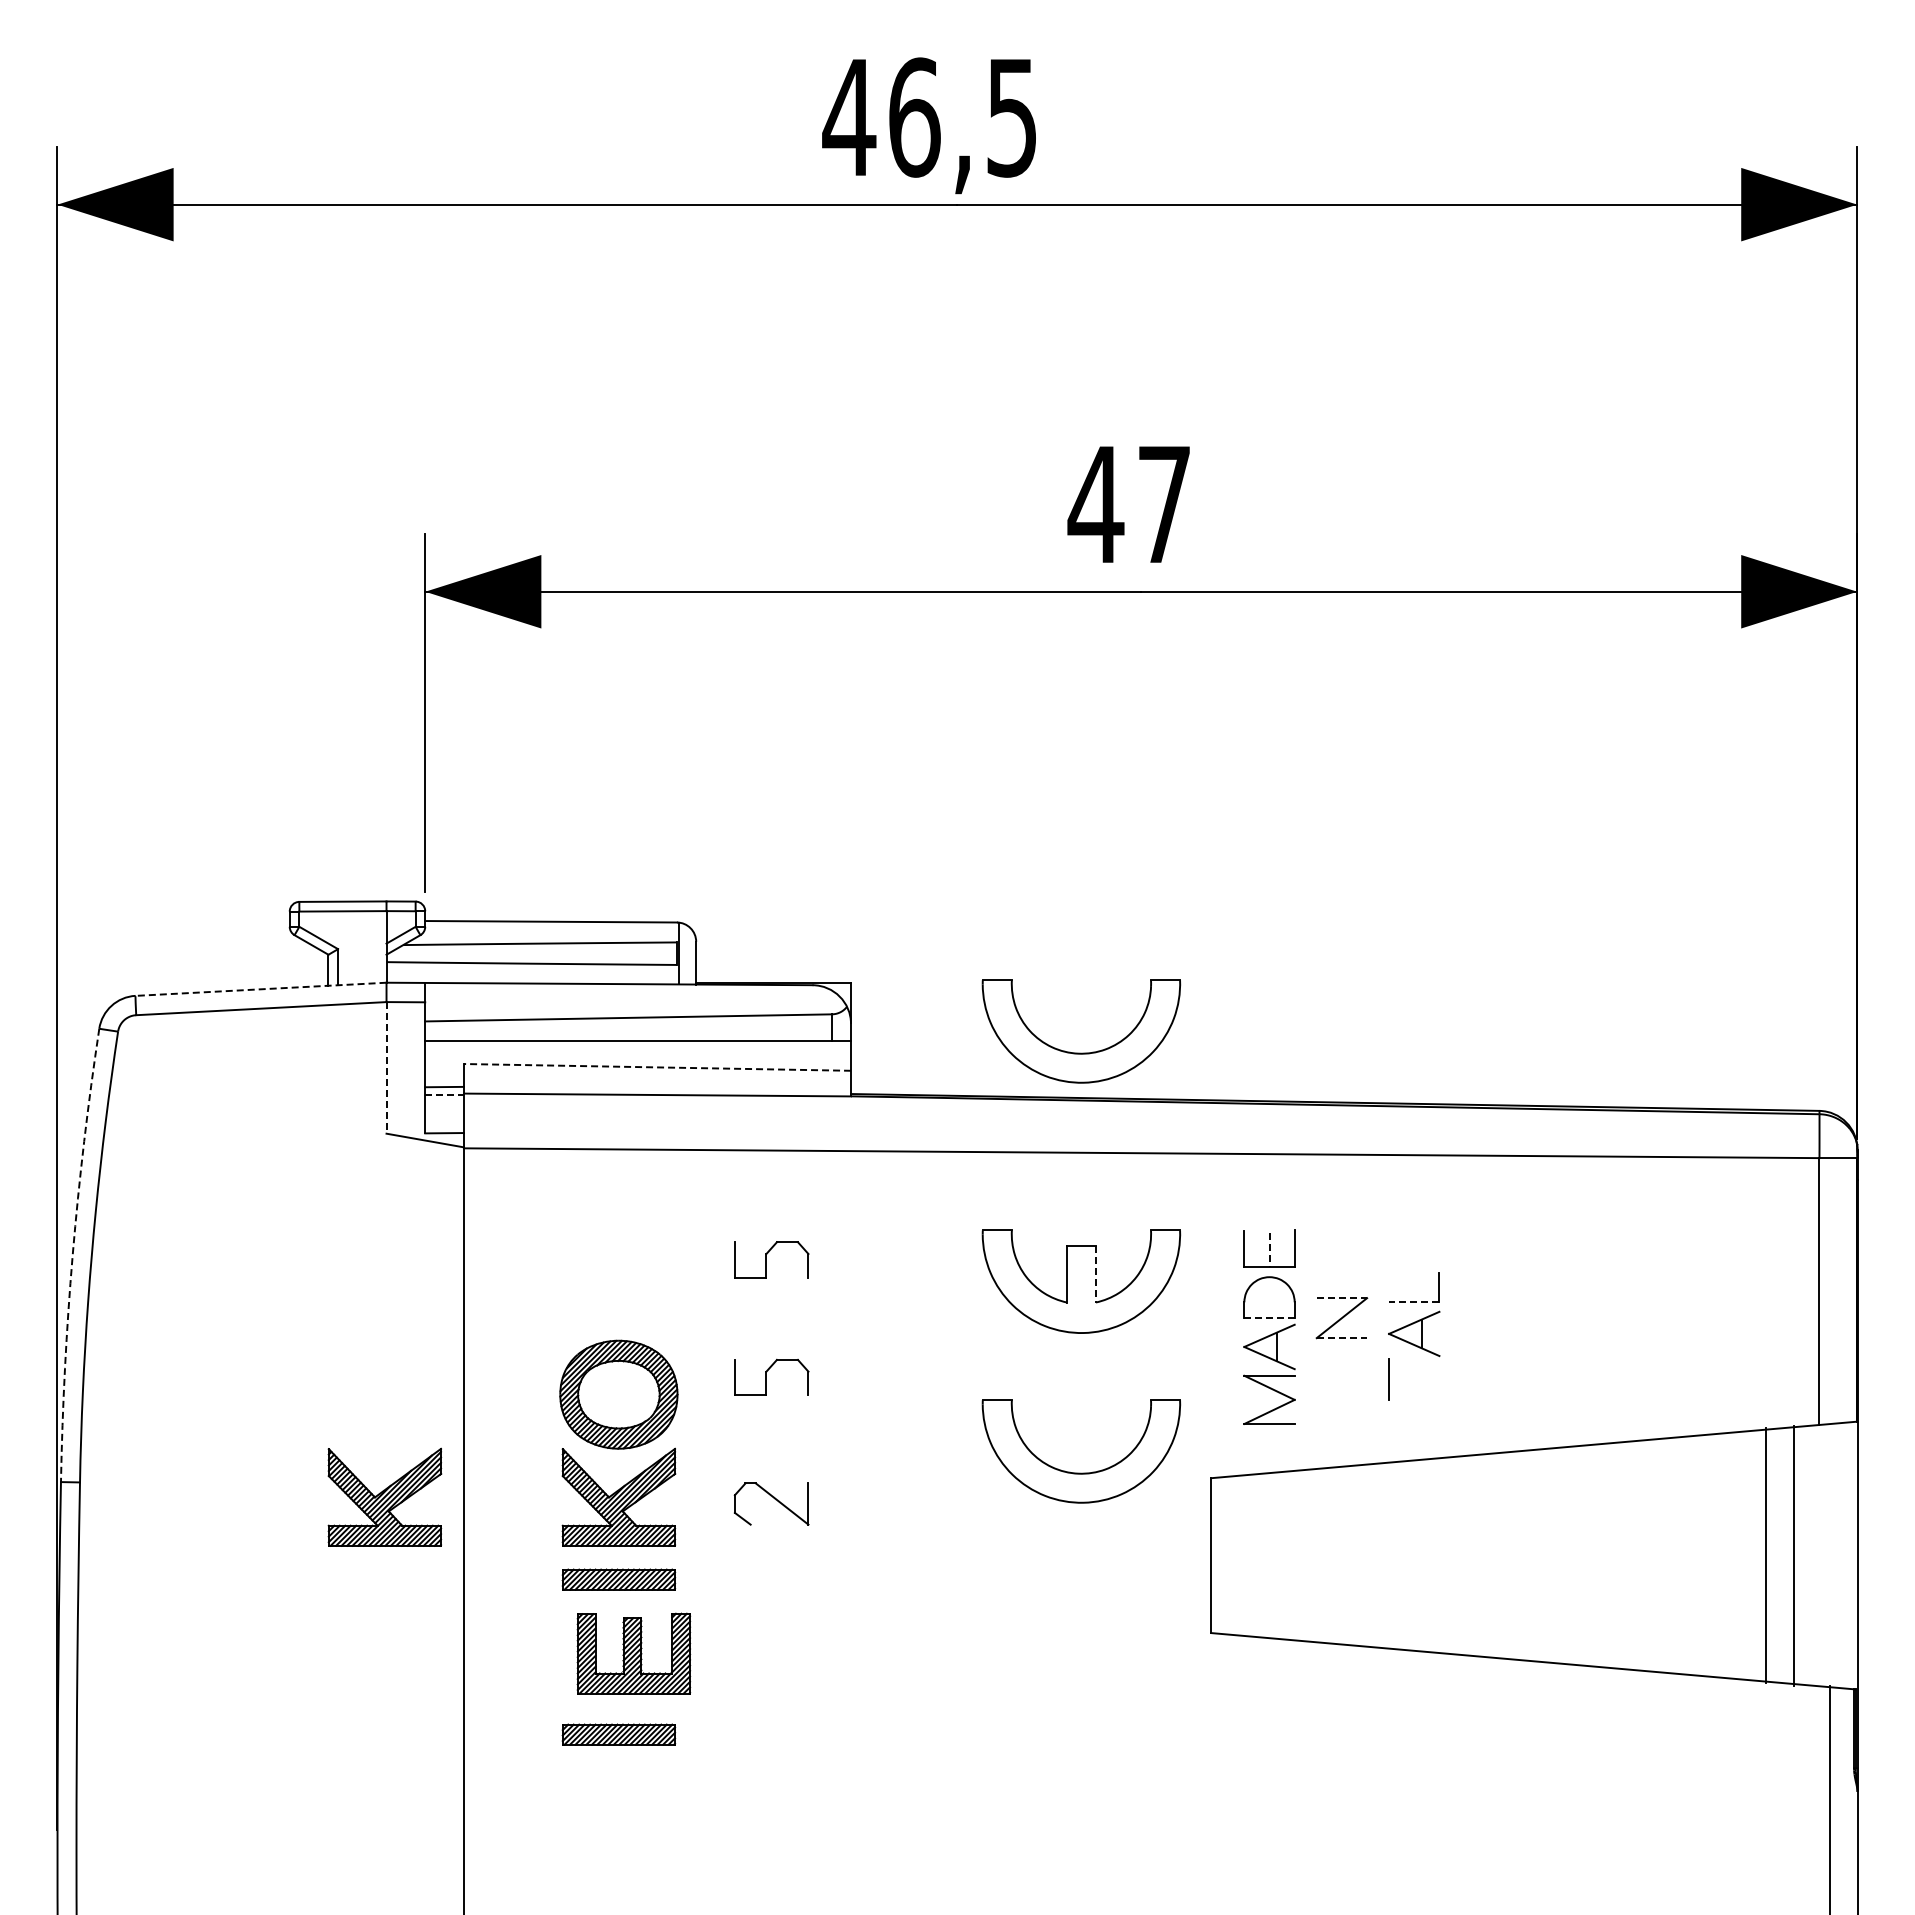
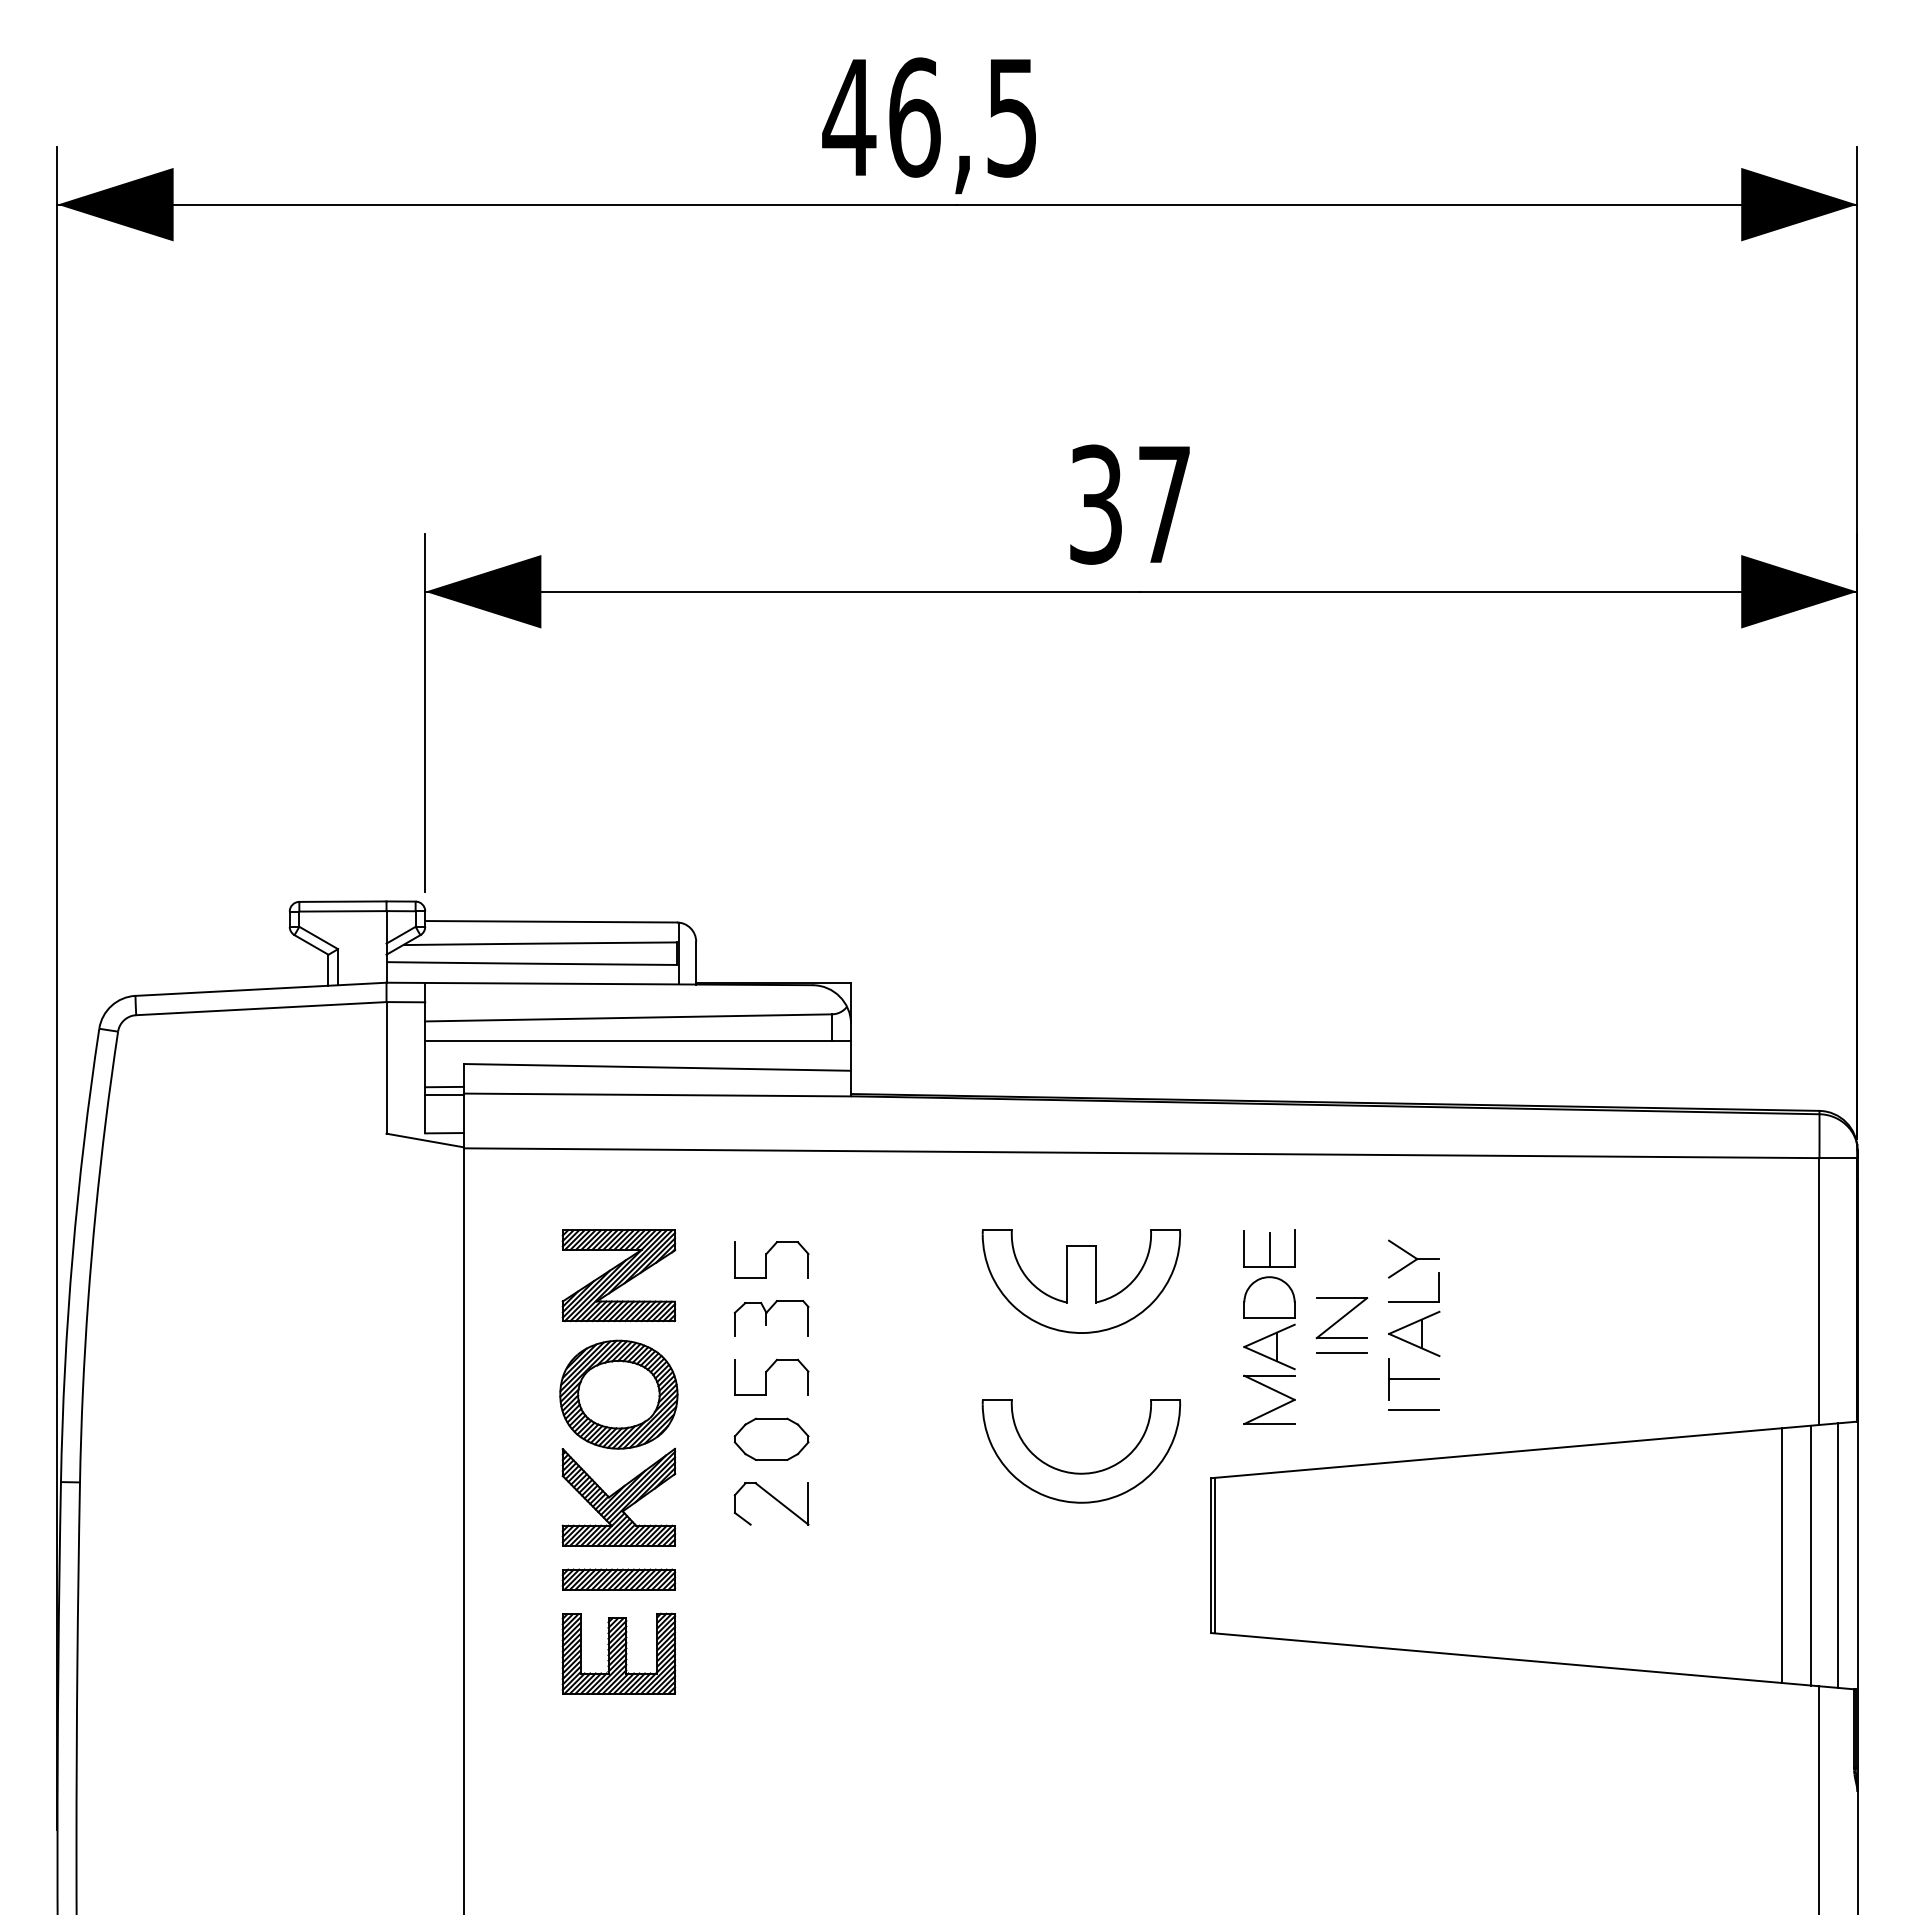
text at (1095, 504): 47 -> 37
line at (261, 989): dashed -> solid
part at (1081, 1052): present -> none
line at (386, 1067): dashed -> solid
line at (657, 1067): dashed -> solid
line at (445, 1094): dashed -> solid
line at (1269, 1250): dashed -> solid
arc at (72, 1254): dashed -> solid
part at (1413, 1258): none -> present
line at (1095, 1274): dashed -> solid
part at (618, 1275): none -> present
line at (1342, 1298): dashed -> solid
line at (1413, 1302): dashed -> solid
part at (771, 1318): none -> present
line at (1269, 1318): dashed -> solid
line at (1342, 1338): dashed -> solid
line at (1341, 1353): none -> present
line at (1414, 1379): none -> present
line at (1414, 1410): none -> present
part at (771, 1438): none -> present
part at (384, 1496): present -> none
line at (1214, 1555): none -> present
line at (1766, 1555) position: (1766, 1555) -> (1782, 1555)
line at (1794, 1555) position: (1794, 1555) -> (1811, 1555)
line at (1838, 1555): none -> present
part at (633, 1653) position: (633, 1653) -> (618, 1653)
part at (618, 1734): present -> none
line at (1830, 1798) position: (1830, 1798) -> (1819, 1798)
